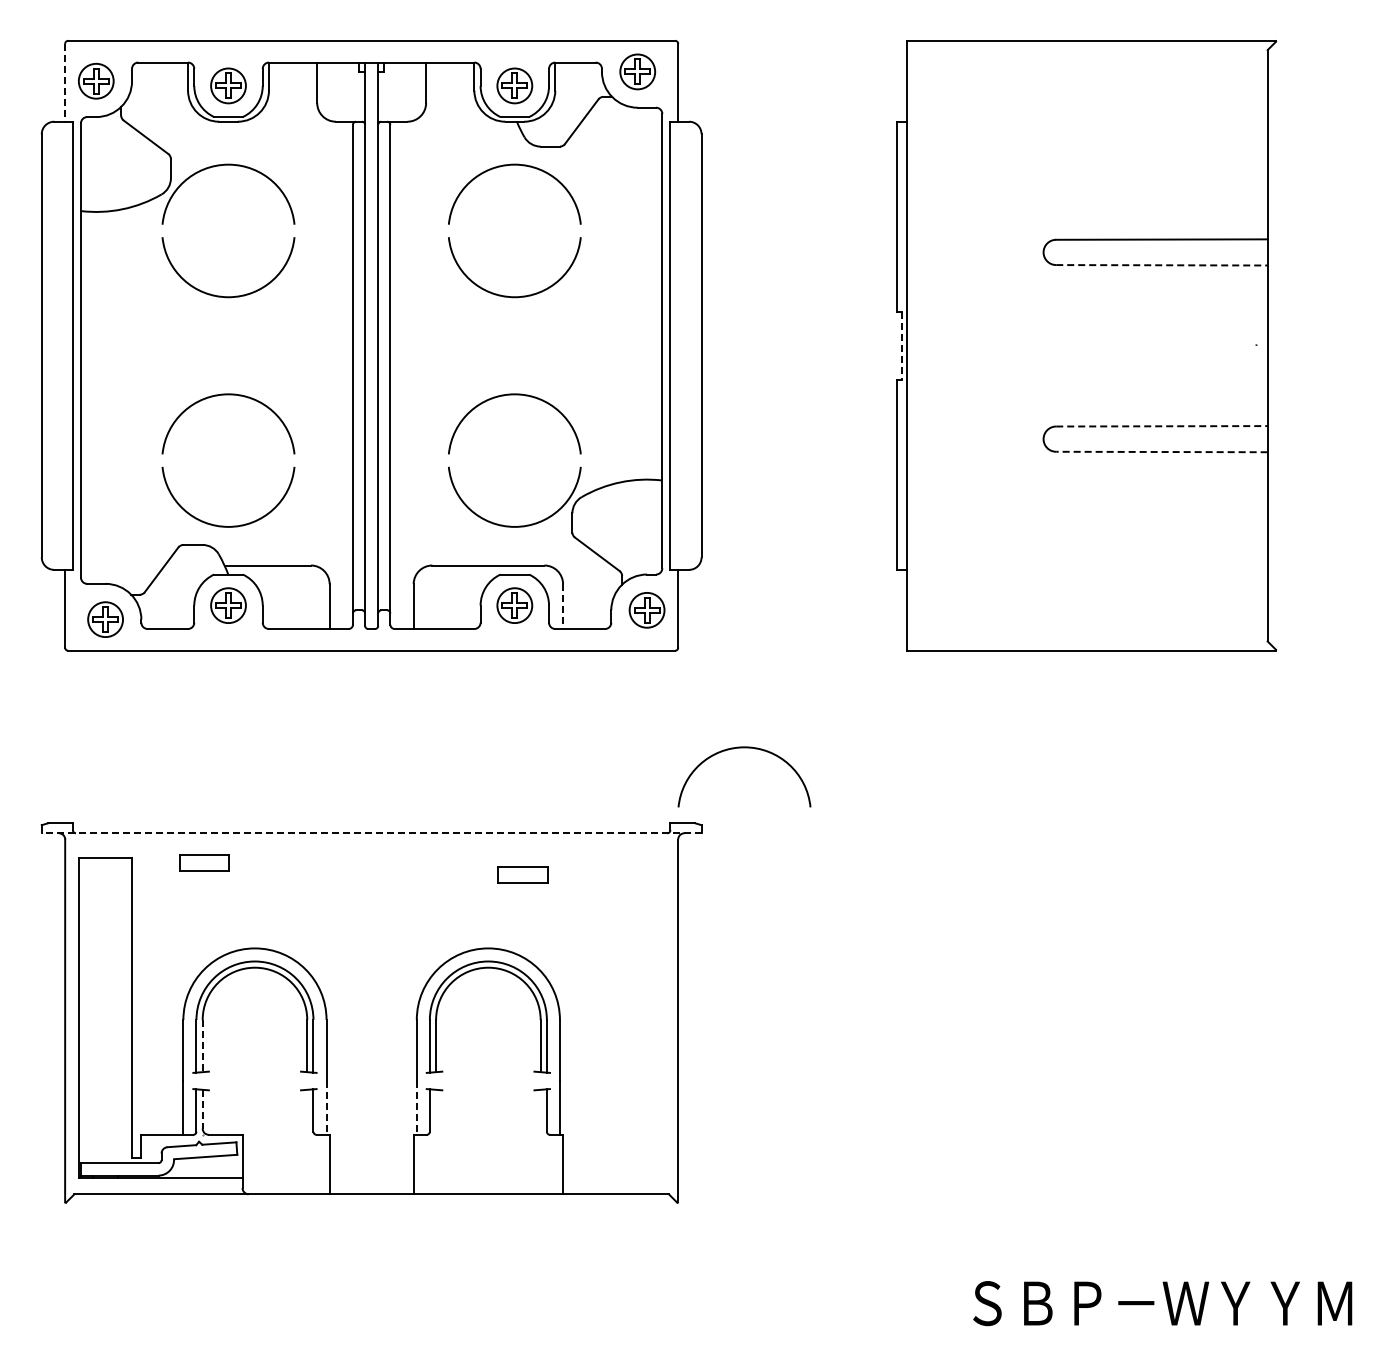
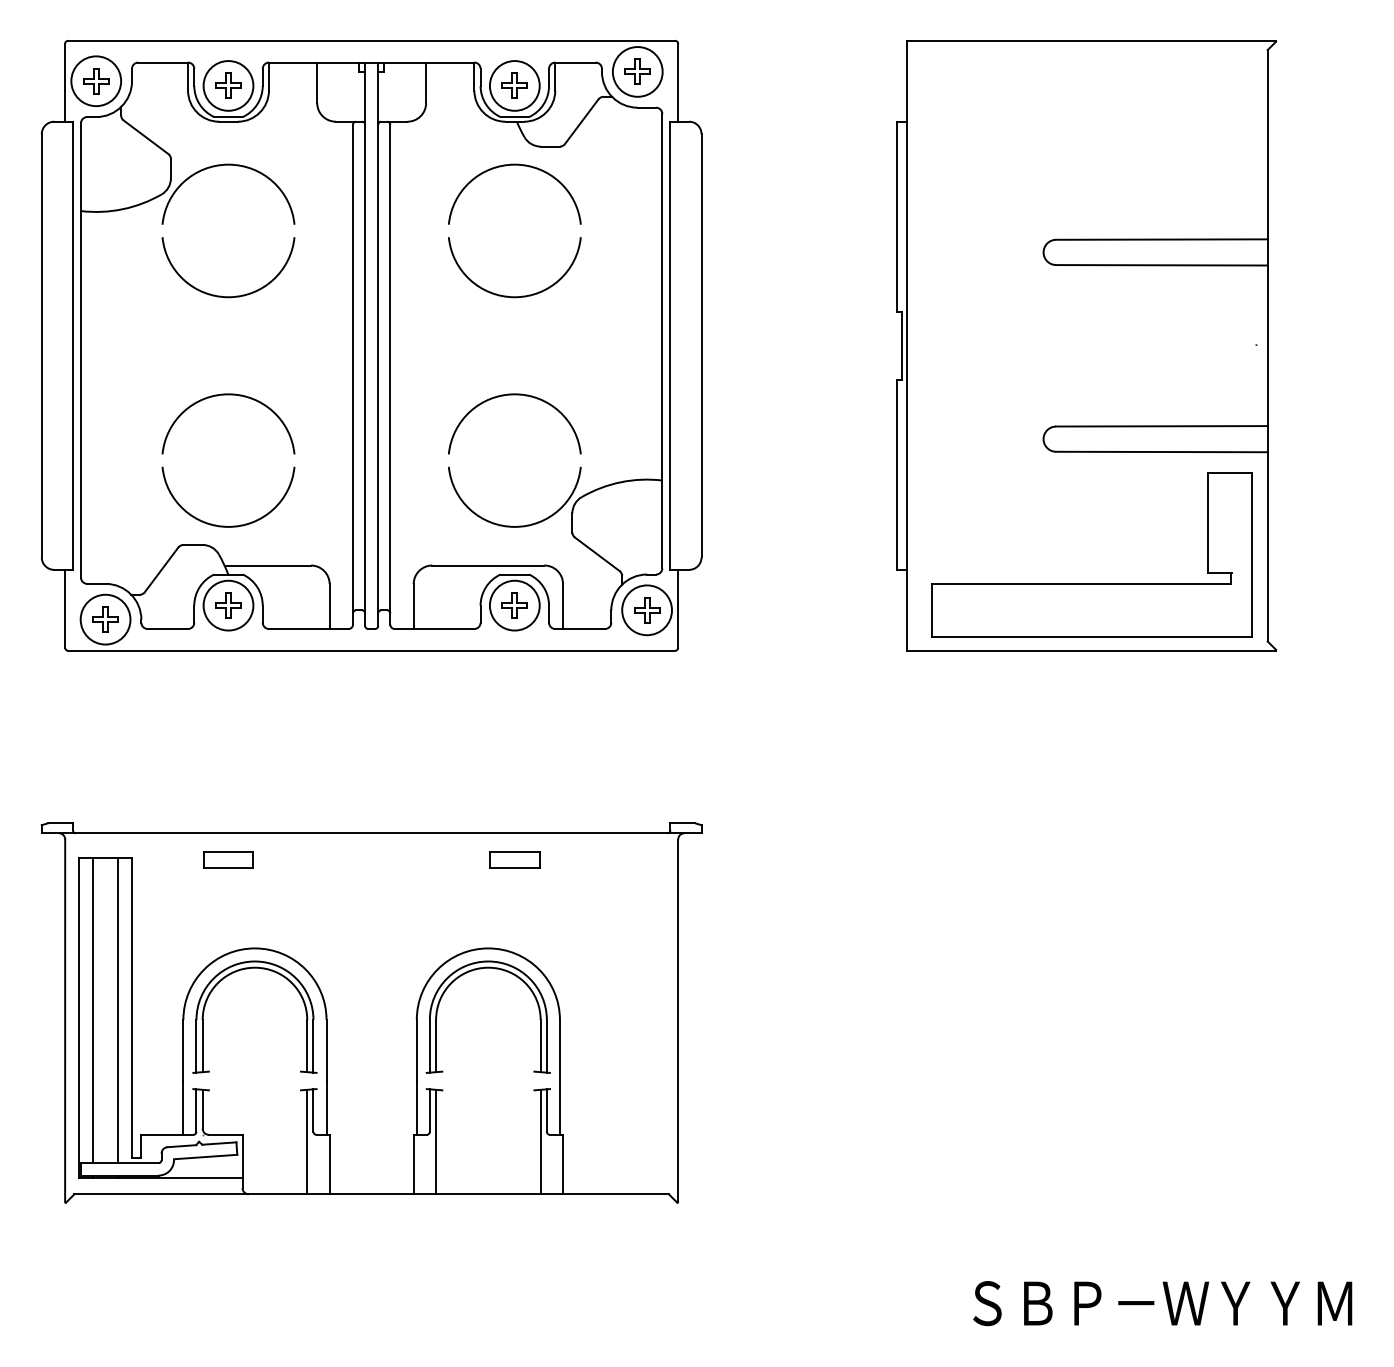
circle at (637, 71) diameter: 35 px -> 50 px
circle at (95, 80) diameter: 35 px -> 50 px
line at (65, 82): dashed -> solid
circle at (228, 85) diameter: 35 px -> 50 px
circle at (514, 85) diameter: 35 px -> 50 px
line at (1161, 265): dashed -> solid
line at (901, 346): dashed -> solid
line at (1161, 426): dashed -> solid
line at (1161, 452): dashed -> solid
part at (1091, 583): none -> present
circle at (228, 605) diameter: 35 px -> 50 px
circle at (514, 605) diameter: 35 px -> 50 px
line at (563, 607): dashed -> solid
circle at (646, 609) diameter: 35 px -> 50 px
circle at (105, 619) diameter: 35 px -> 50 px
arc at (744, 748): present -> none
line at (371, 833): dashed -> solid
part at (204, 862) position: (204, 862) -> (228, 859)
part at (522, 874) position: (522, 874) -> (514, 859)
line at (93, 1010): none -> present
line at (118, 1010): none -> present
line at (202, 1046): dashed -> solid
line at (326, 1107): dashed -> solid
line at (416, 1107): dashed -> solid
line at (202, 1109): dashed -> solid
line at (307, 1141): none -> present
line at (436, 1141): none -> present
line at (540, 1141): none -> present
